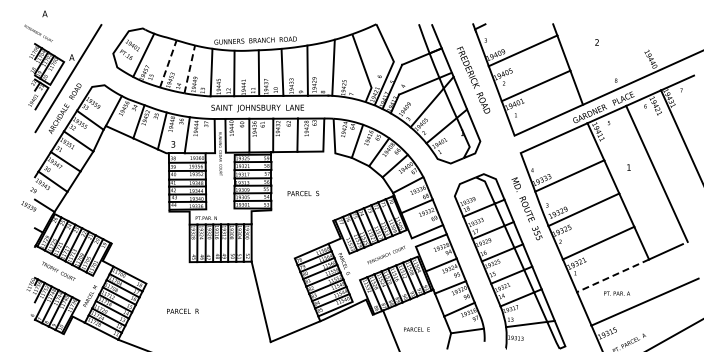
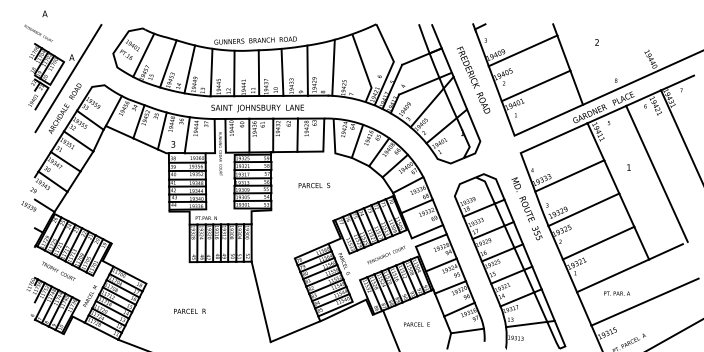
line at (168, 63): dashed -> solid
line at (189, 69): dashed -> solid
text at (303, 193) position: (303, 193) -> (314, 185)
line at (613, 275): dashed -> solid
text at (182, 310) position: (182, 310) -> (189, 310)
text at (416, 329) position: (416, 329) -> (416, 324)
